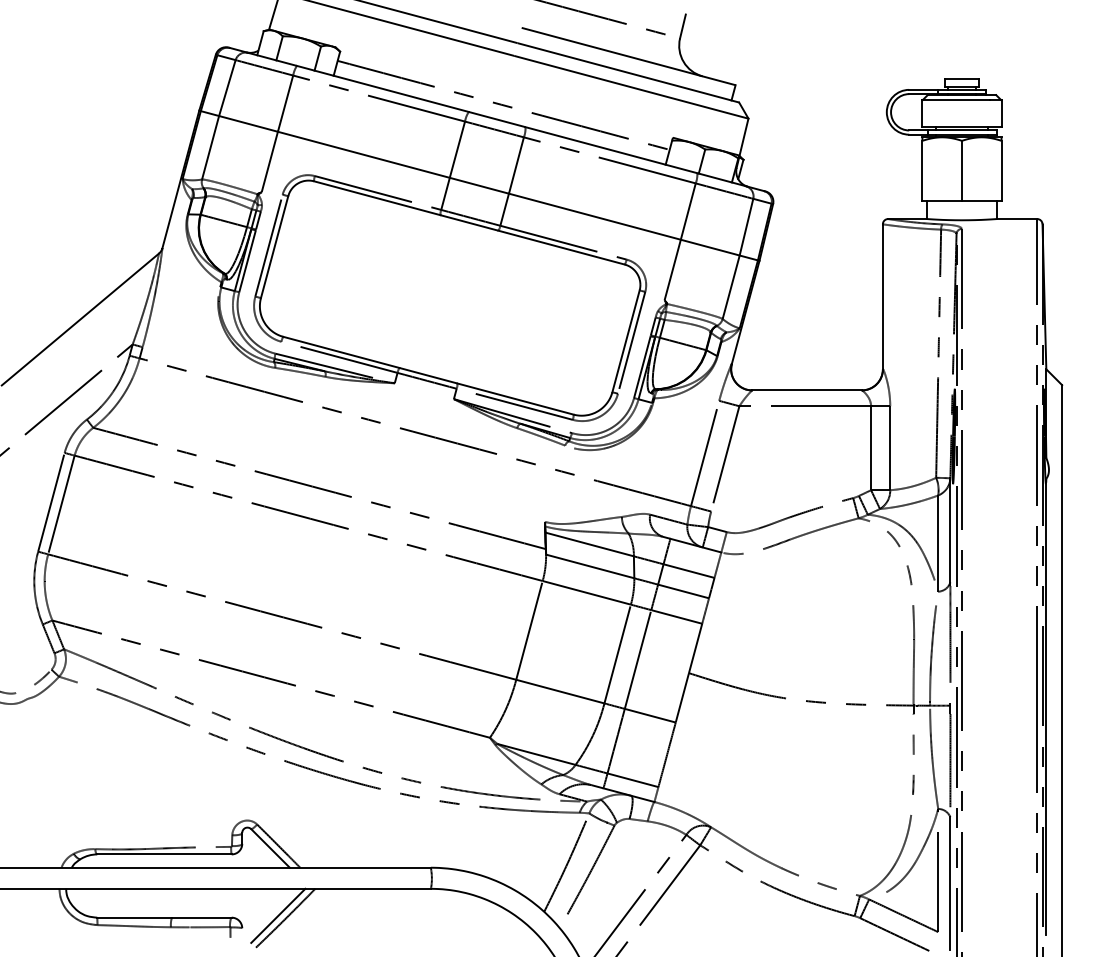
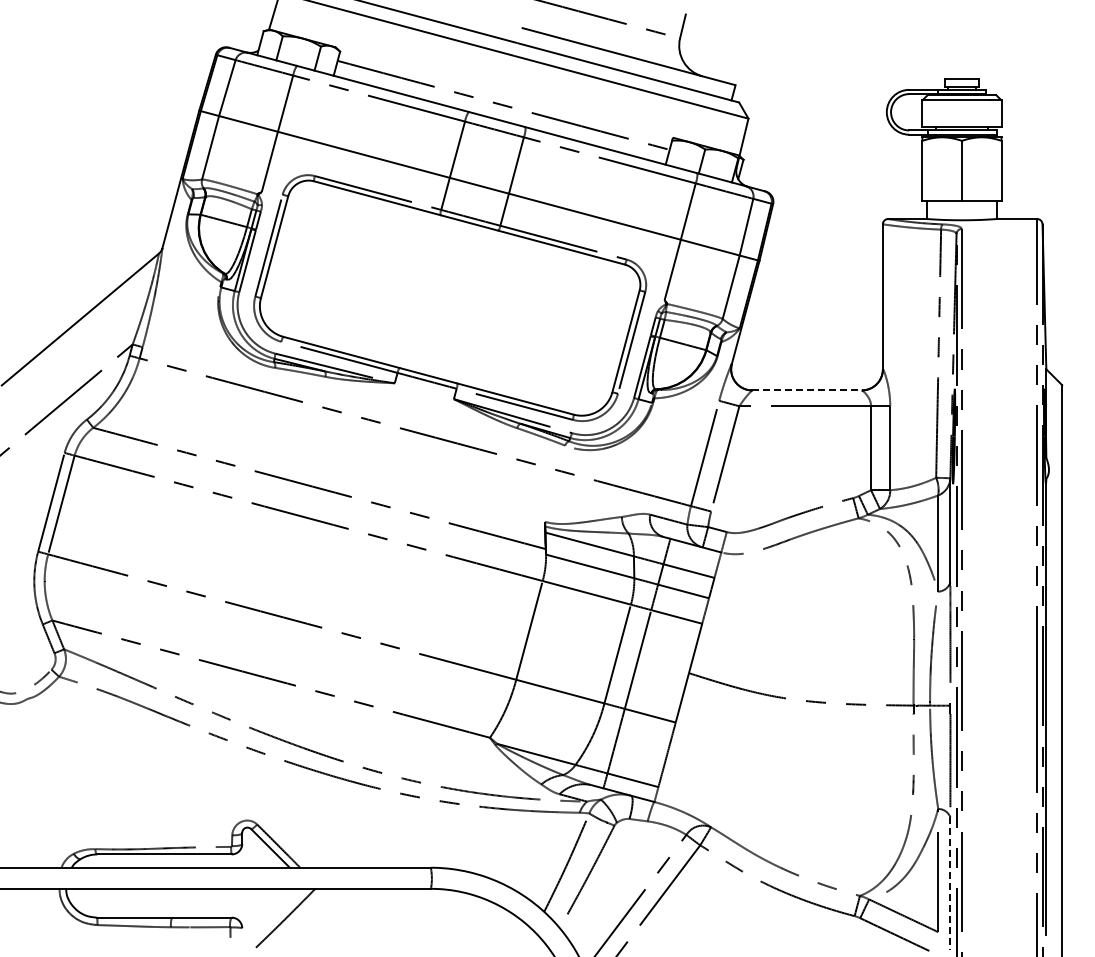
line at (807, 390): solid -> dashed
line at (950, 883): solid -> dashed
line at (278, 915): present -> none
